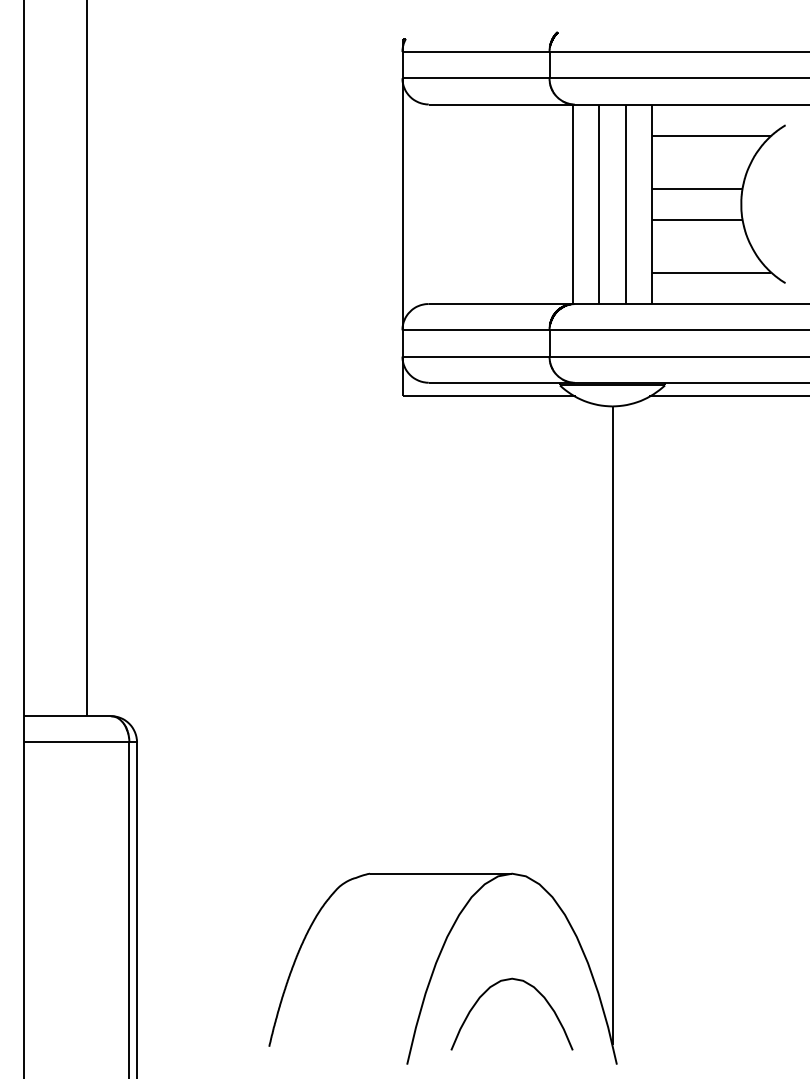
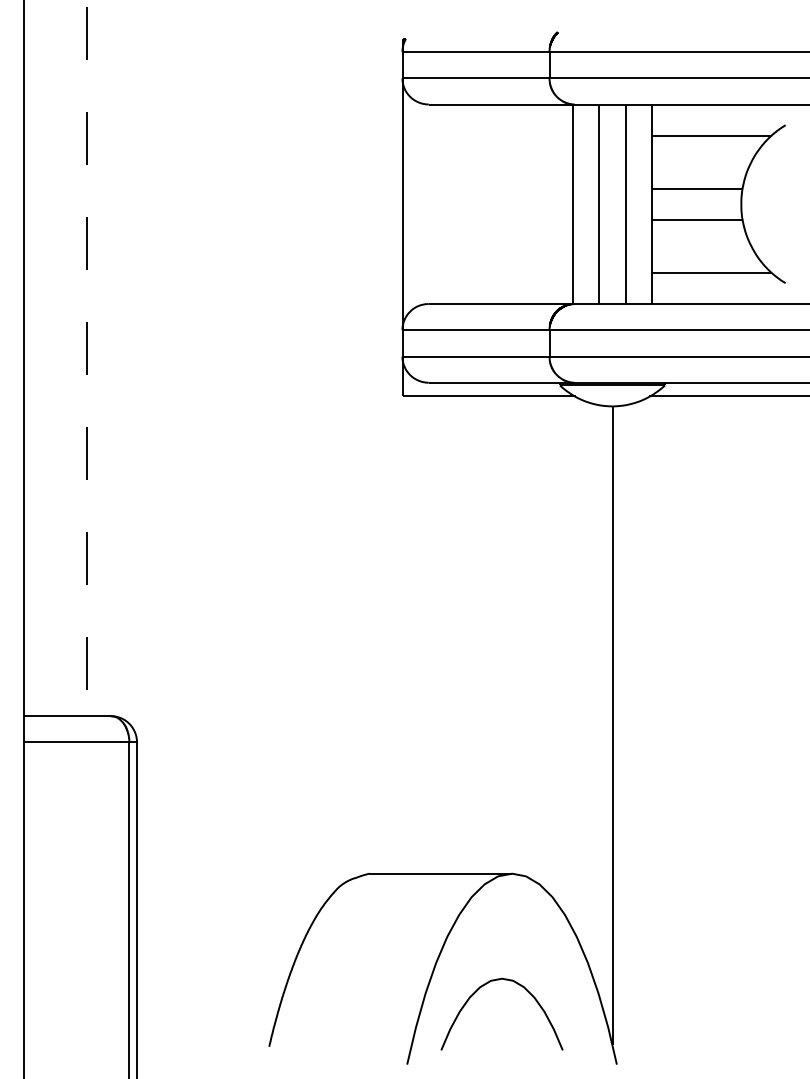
line at (87, 358): solid -> dashed
curve at (495, 985) position: (495, 985) -> (485, 985)
